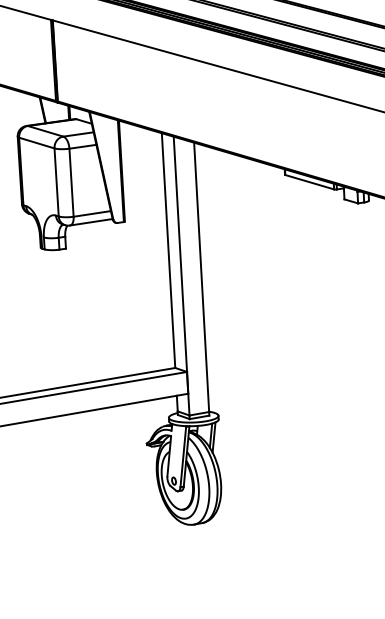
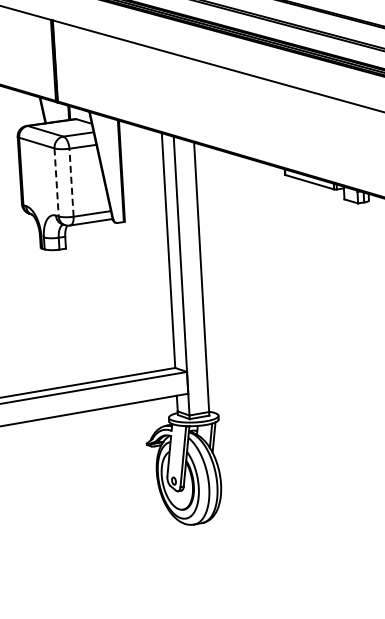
line at (56, 182): solid -> dashed
line at (71, 182): solid -> dashed
